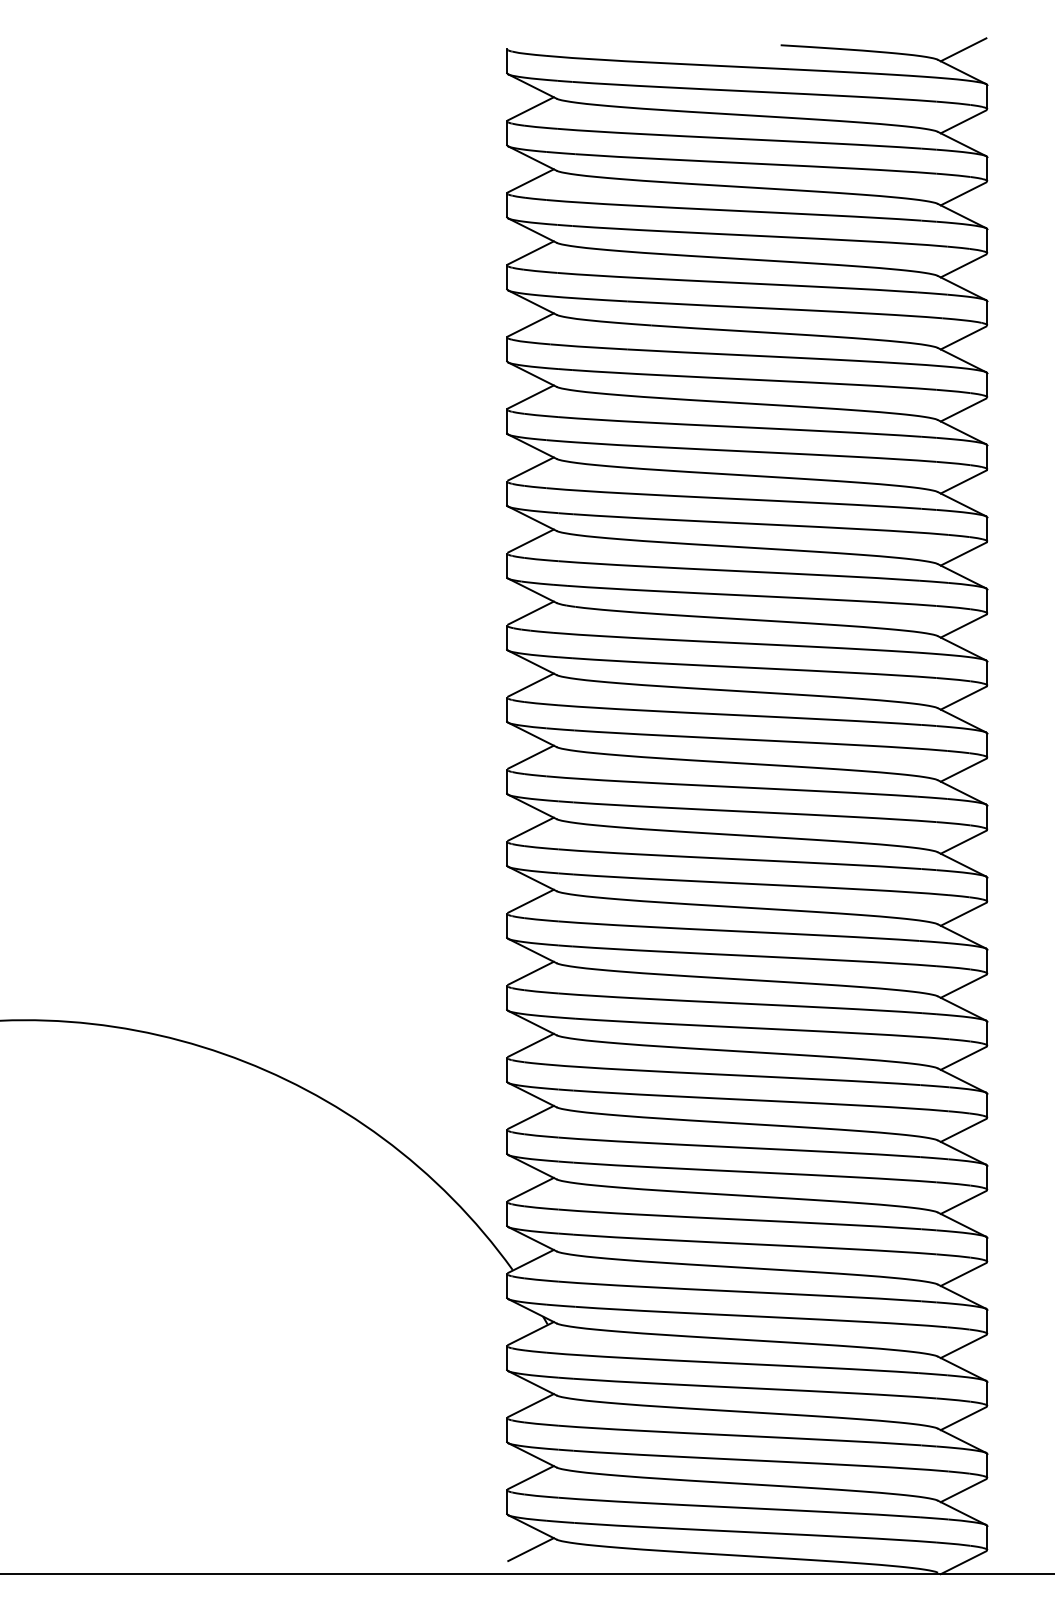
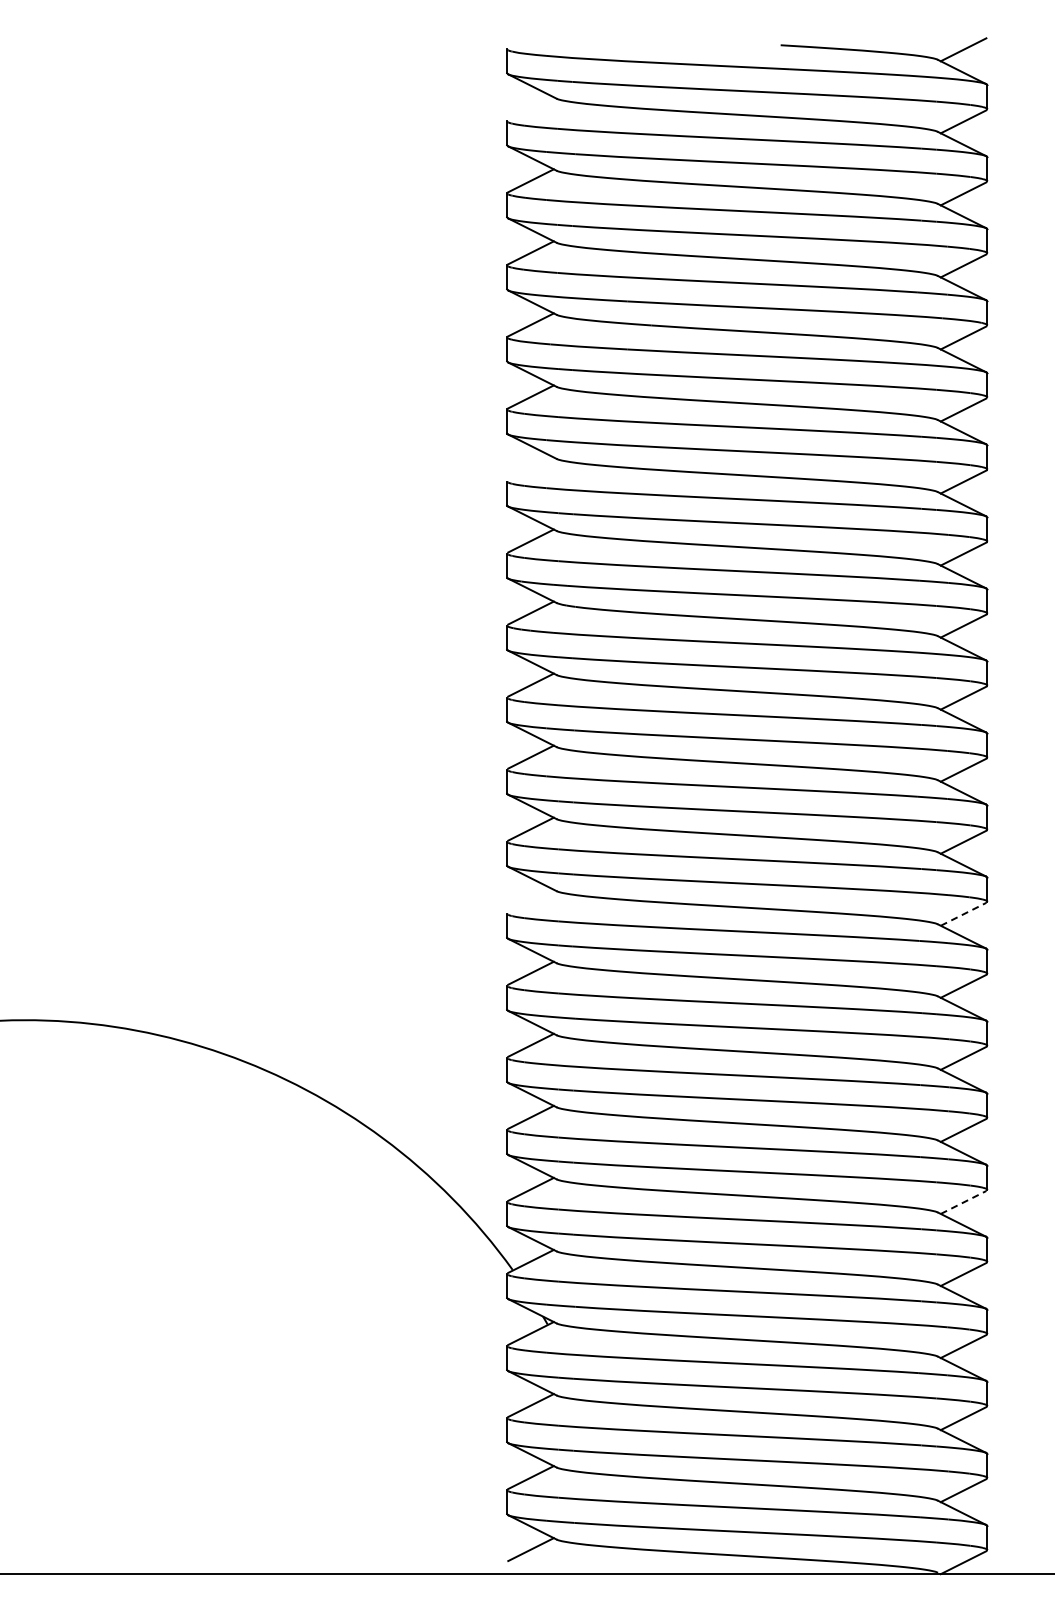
line at (530, 108): present -> none
line at (530, 468): present -> none
line at (530, 900): present -> none
line at (963, 914): solid -> dashed
line at (963, 1202): solid -> dashed
